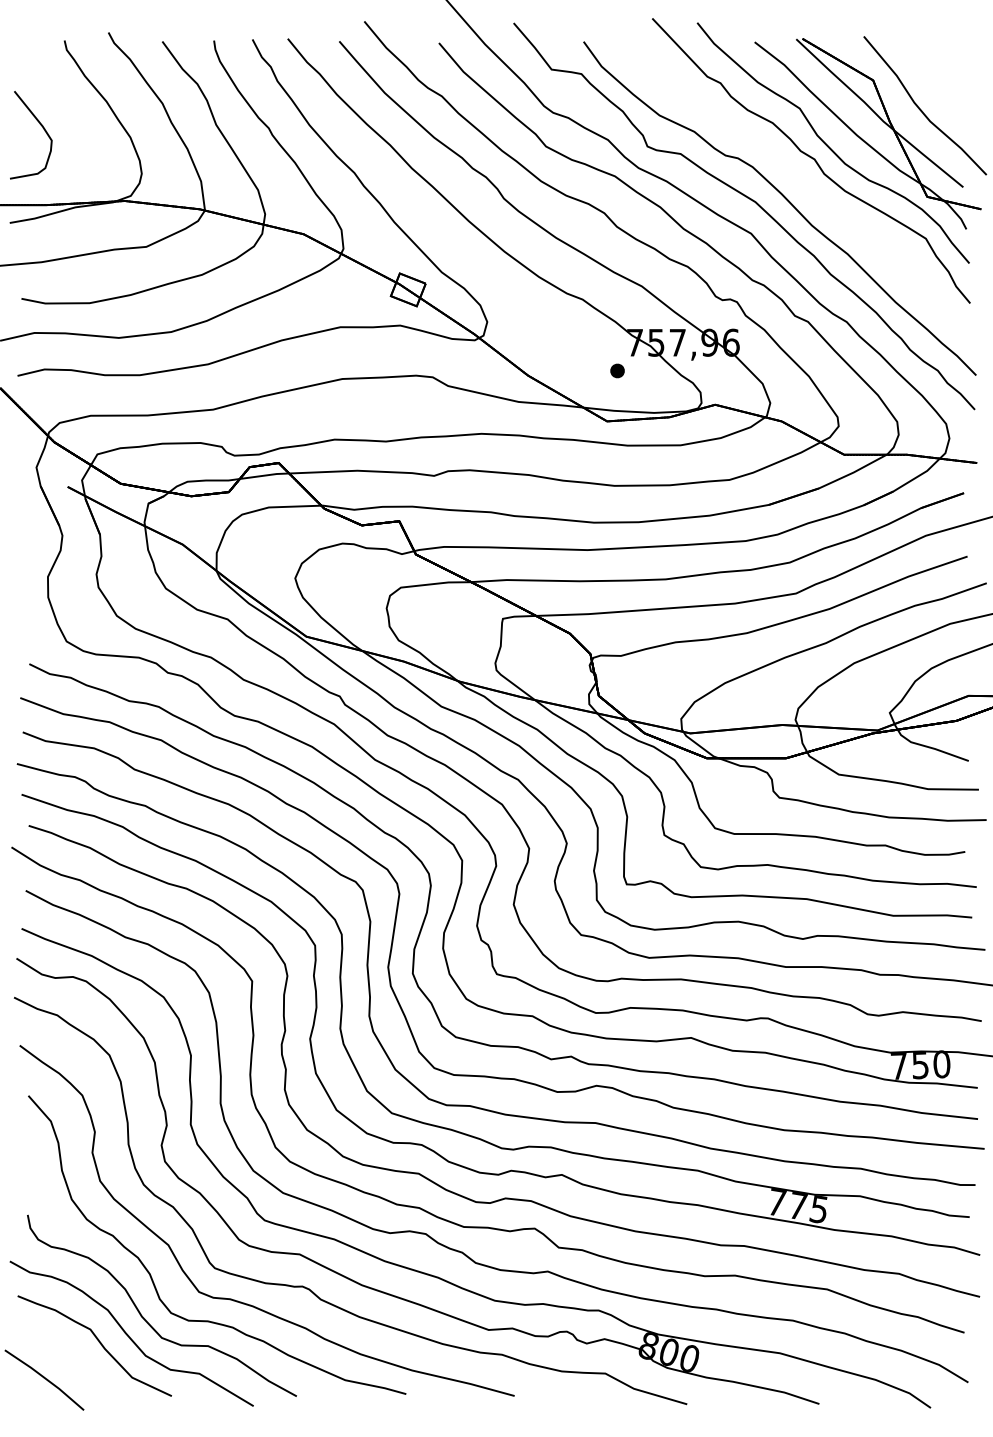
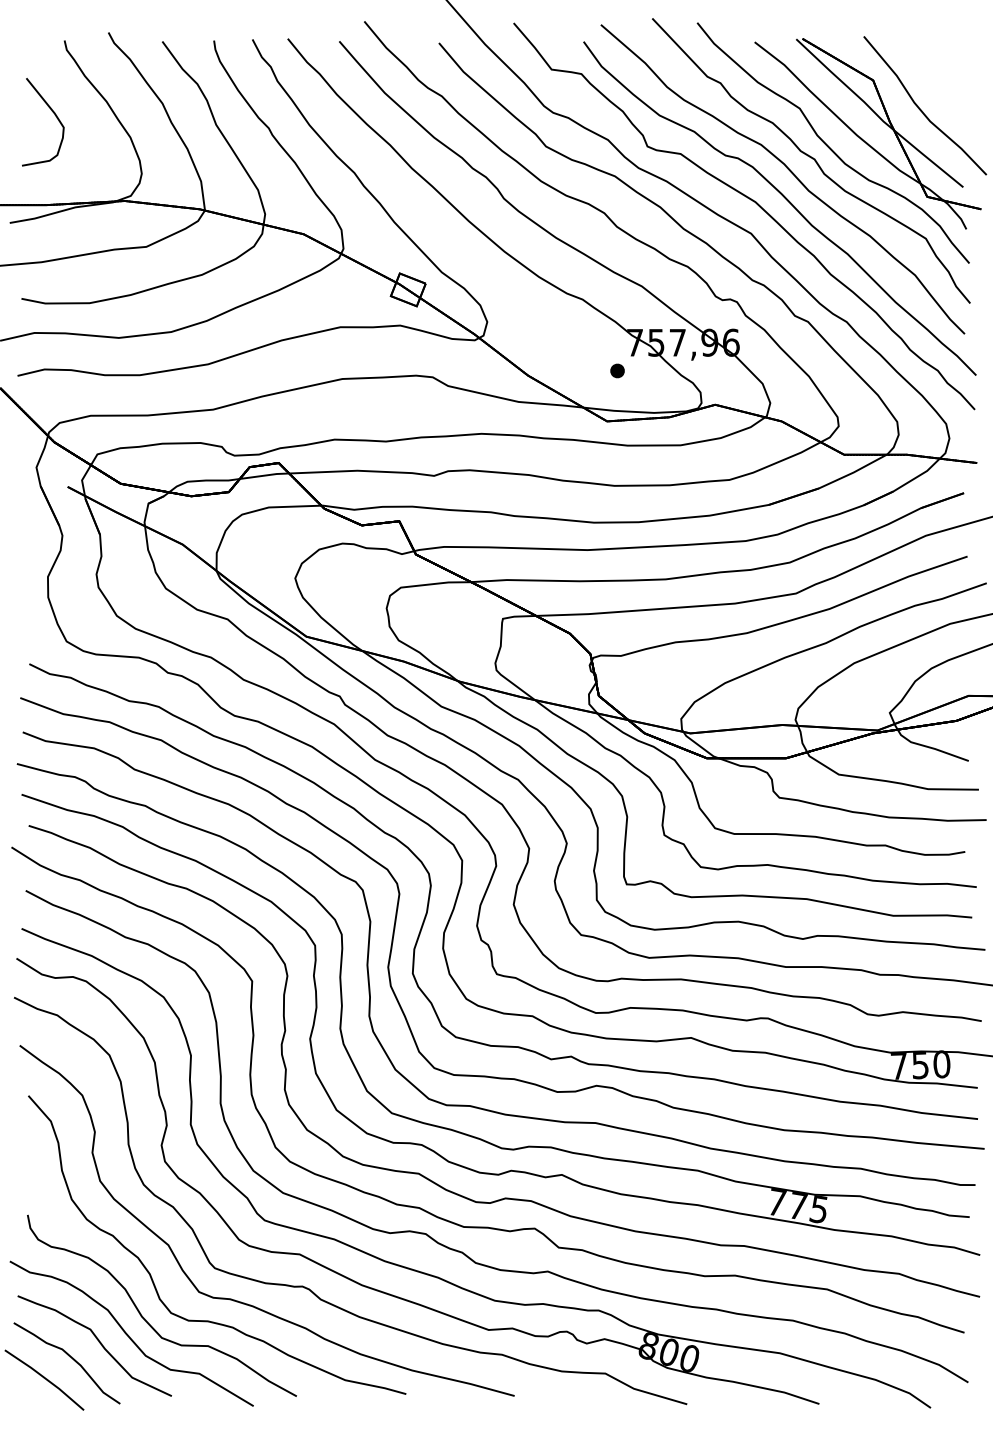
part at (42, 128) position: (42, 128) -> (54, 115)
part at (789, 171): none -> present
part at (71, 1358): none -> present
